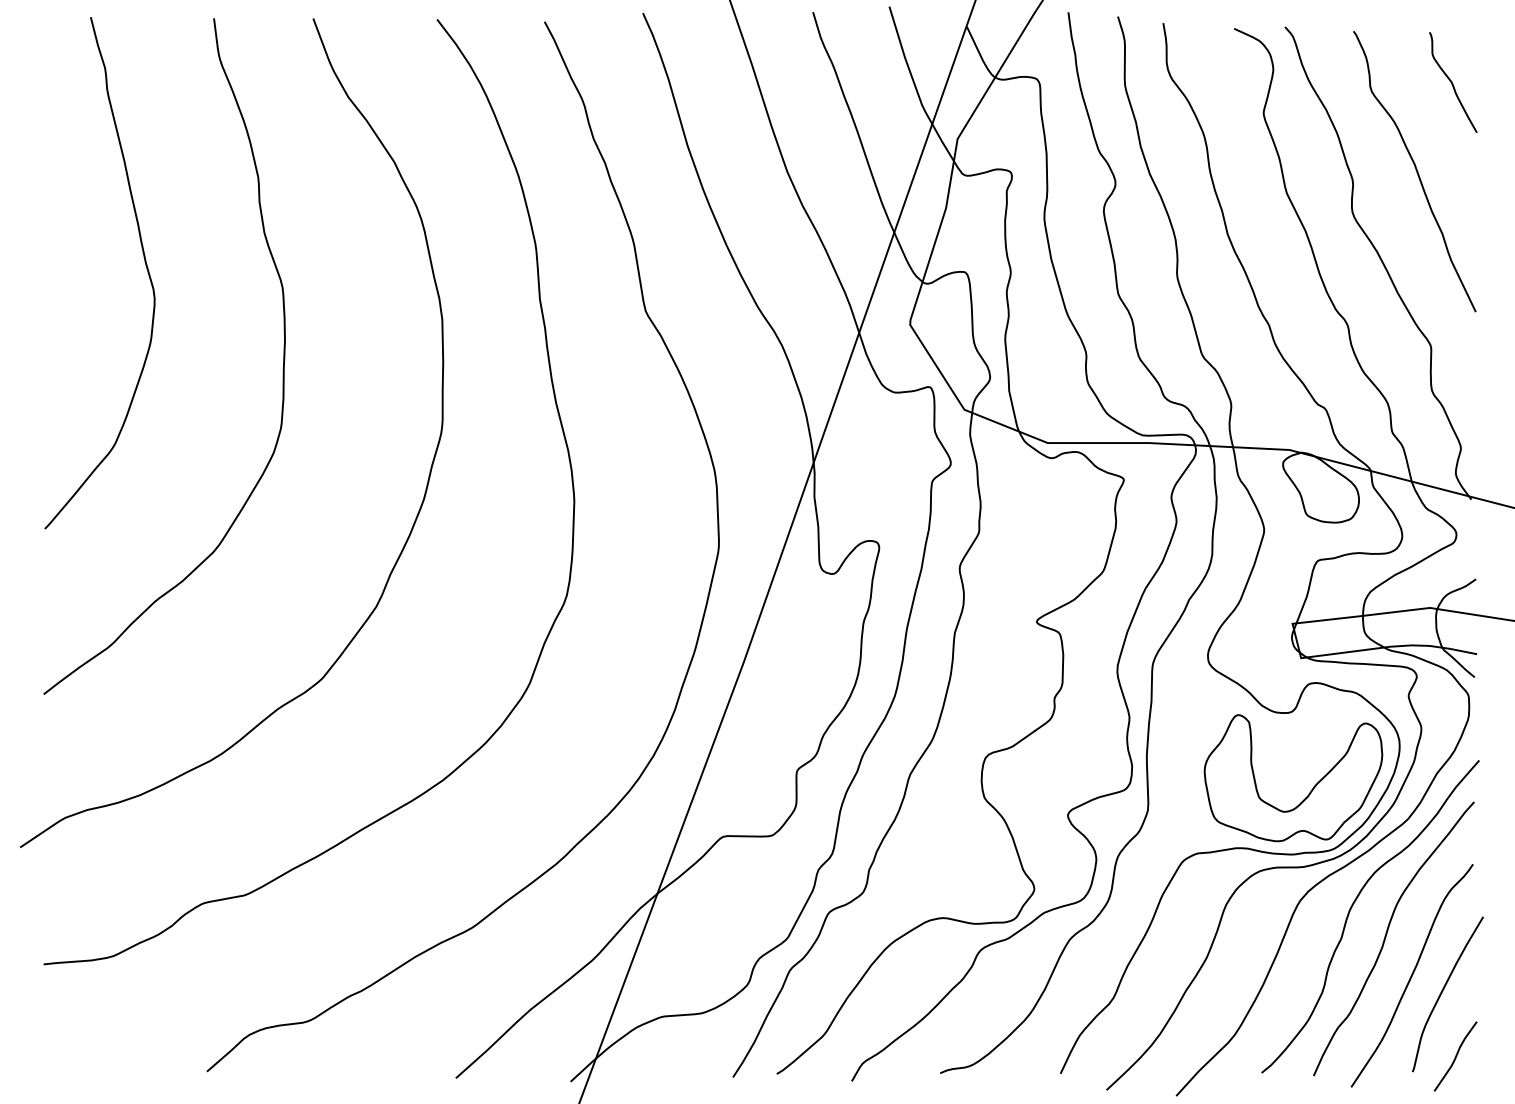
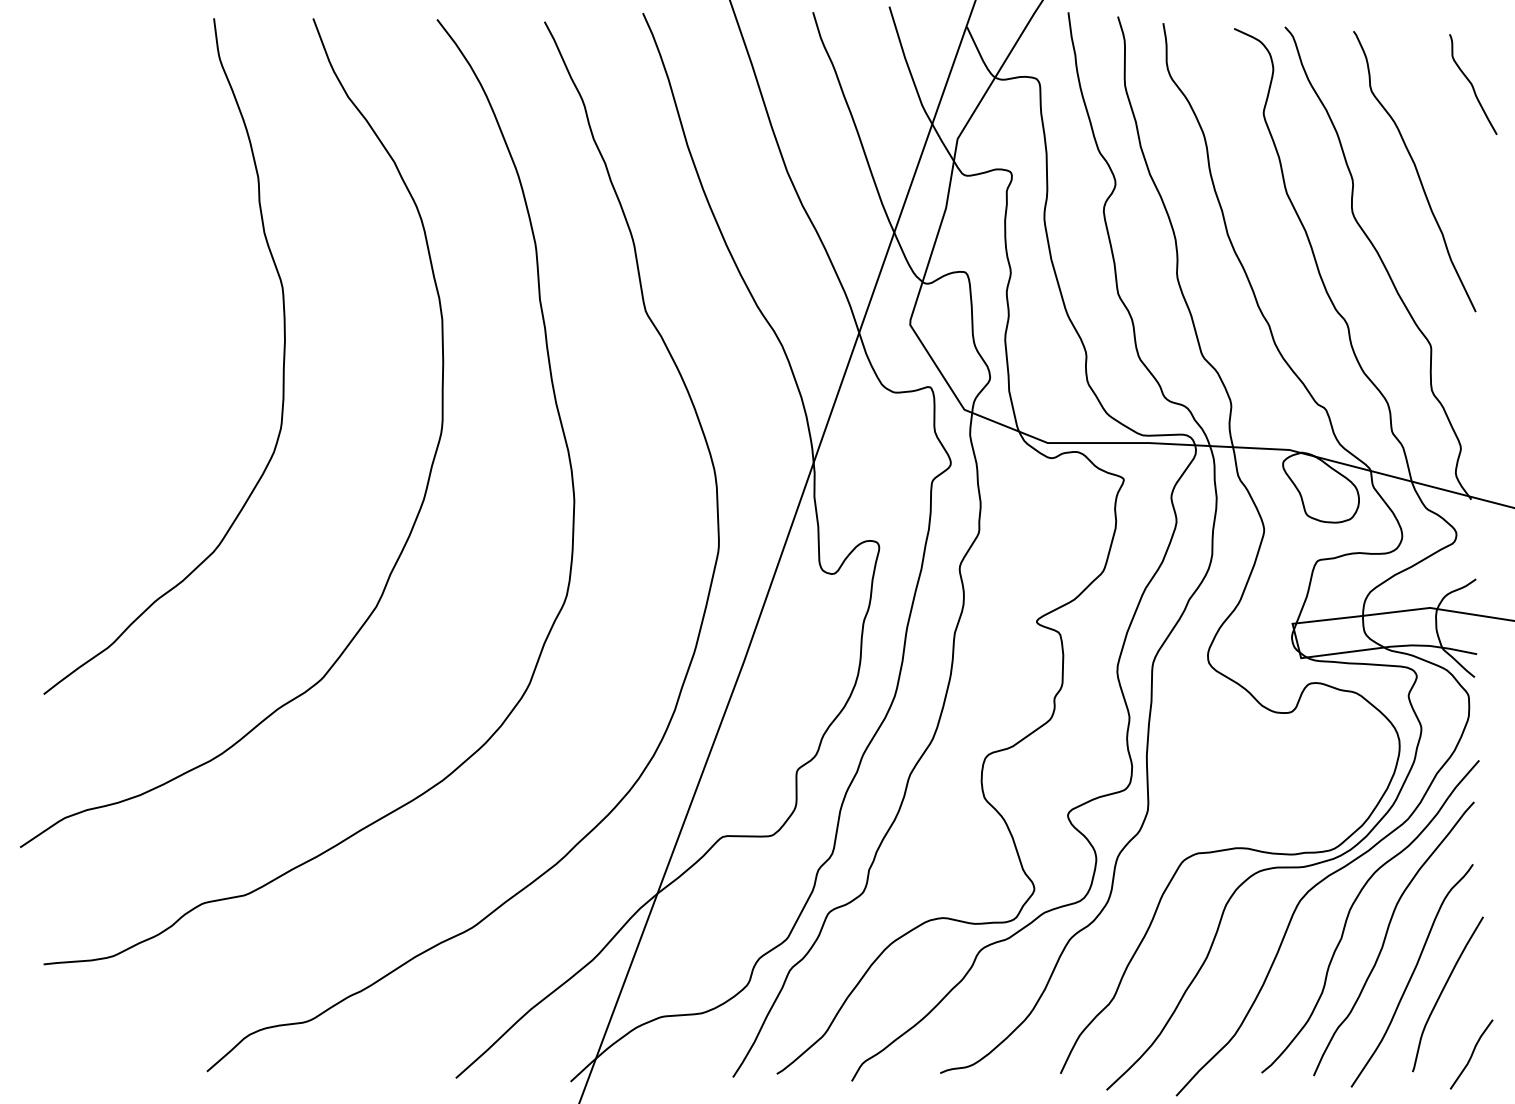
curve at (1452, 82) position: (1452, 82) -> (1472, 84)
curve at (144, 262): present -> none
part at (1311, 789): present -> none
curve at (1455, 1056) position: (1455, 1056) -> (1471, 1054)
